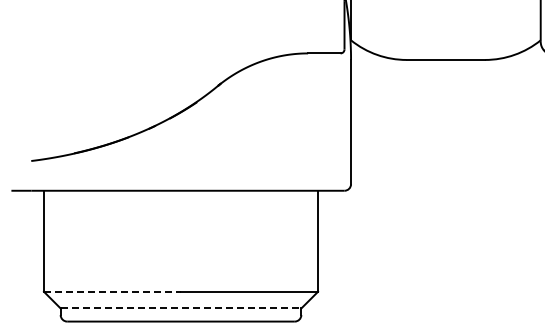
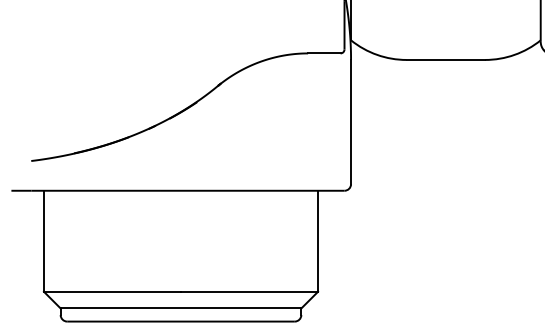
line at (112, 291): dashed -> solid
line at (181, 308): dashed -> solid
